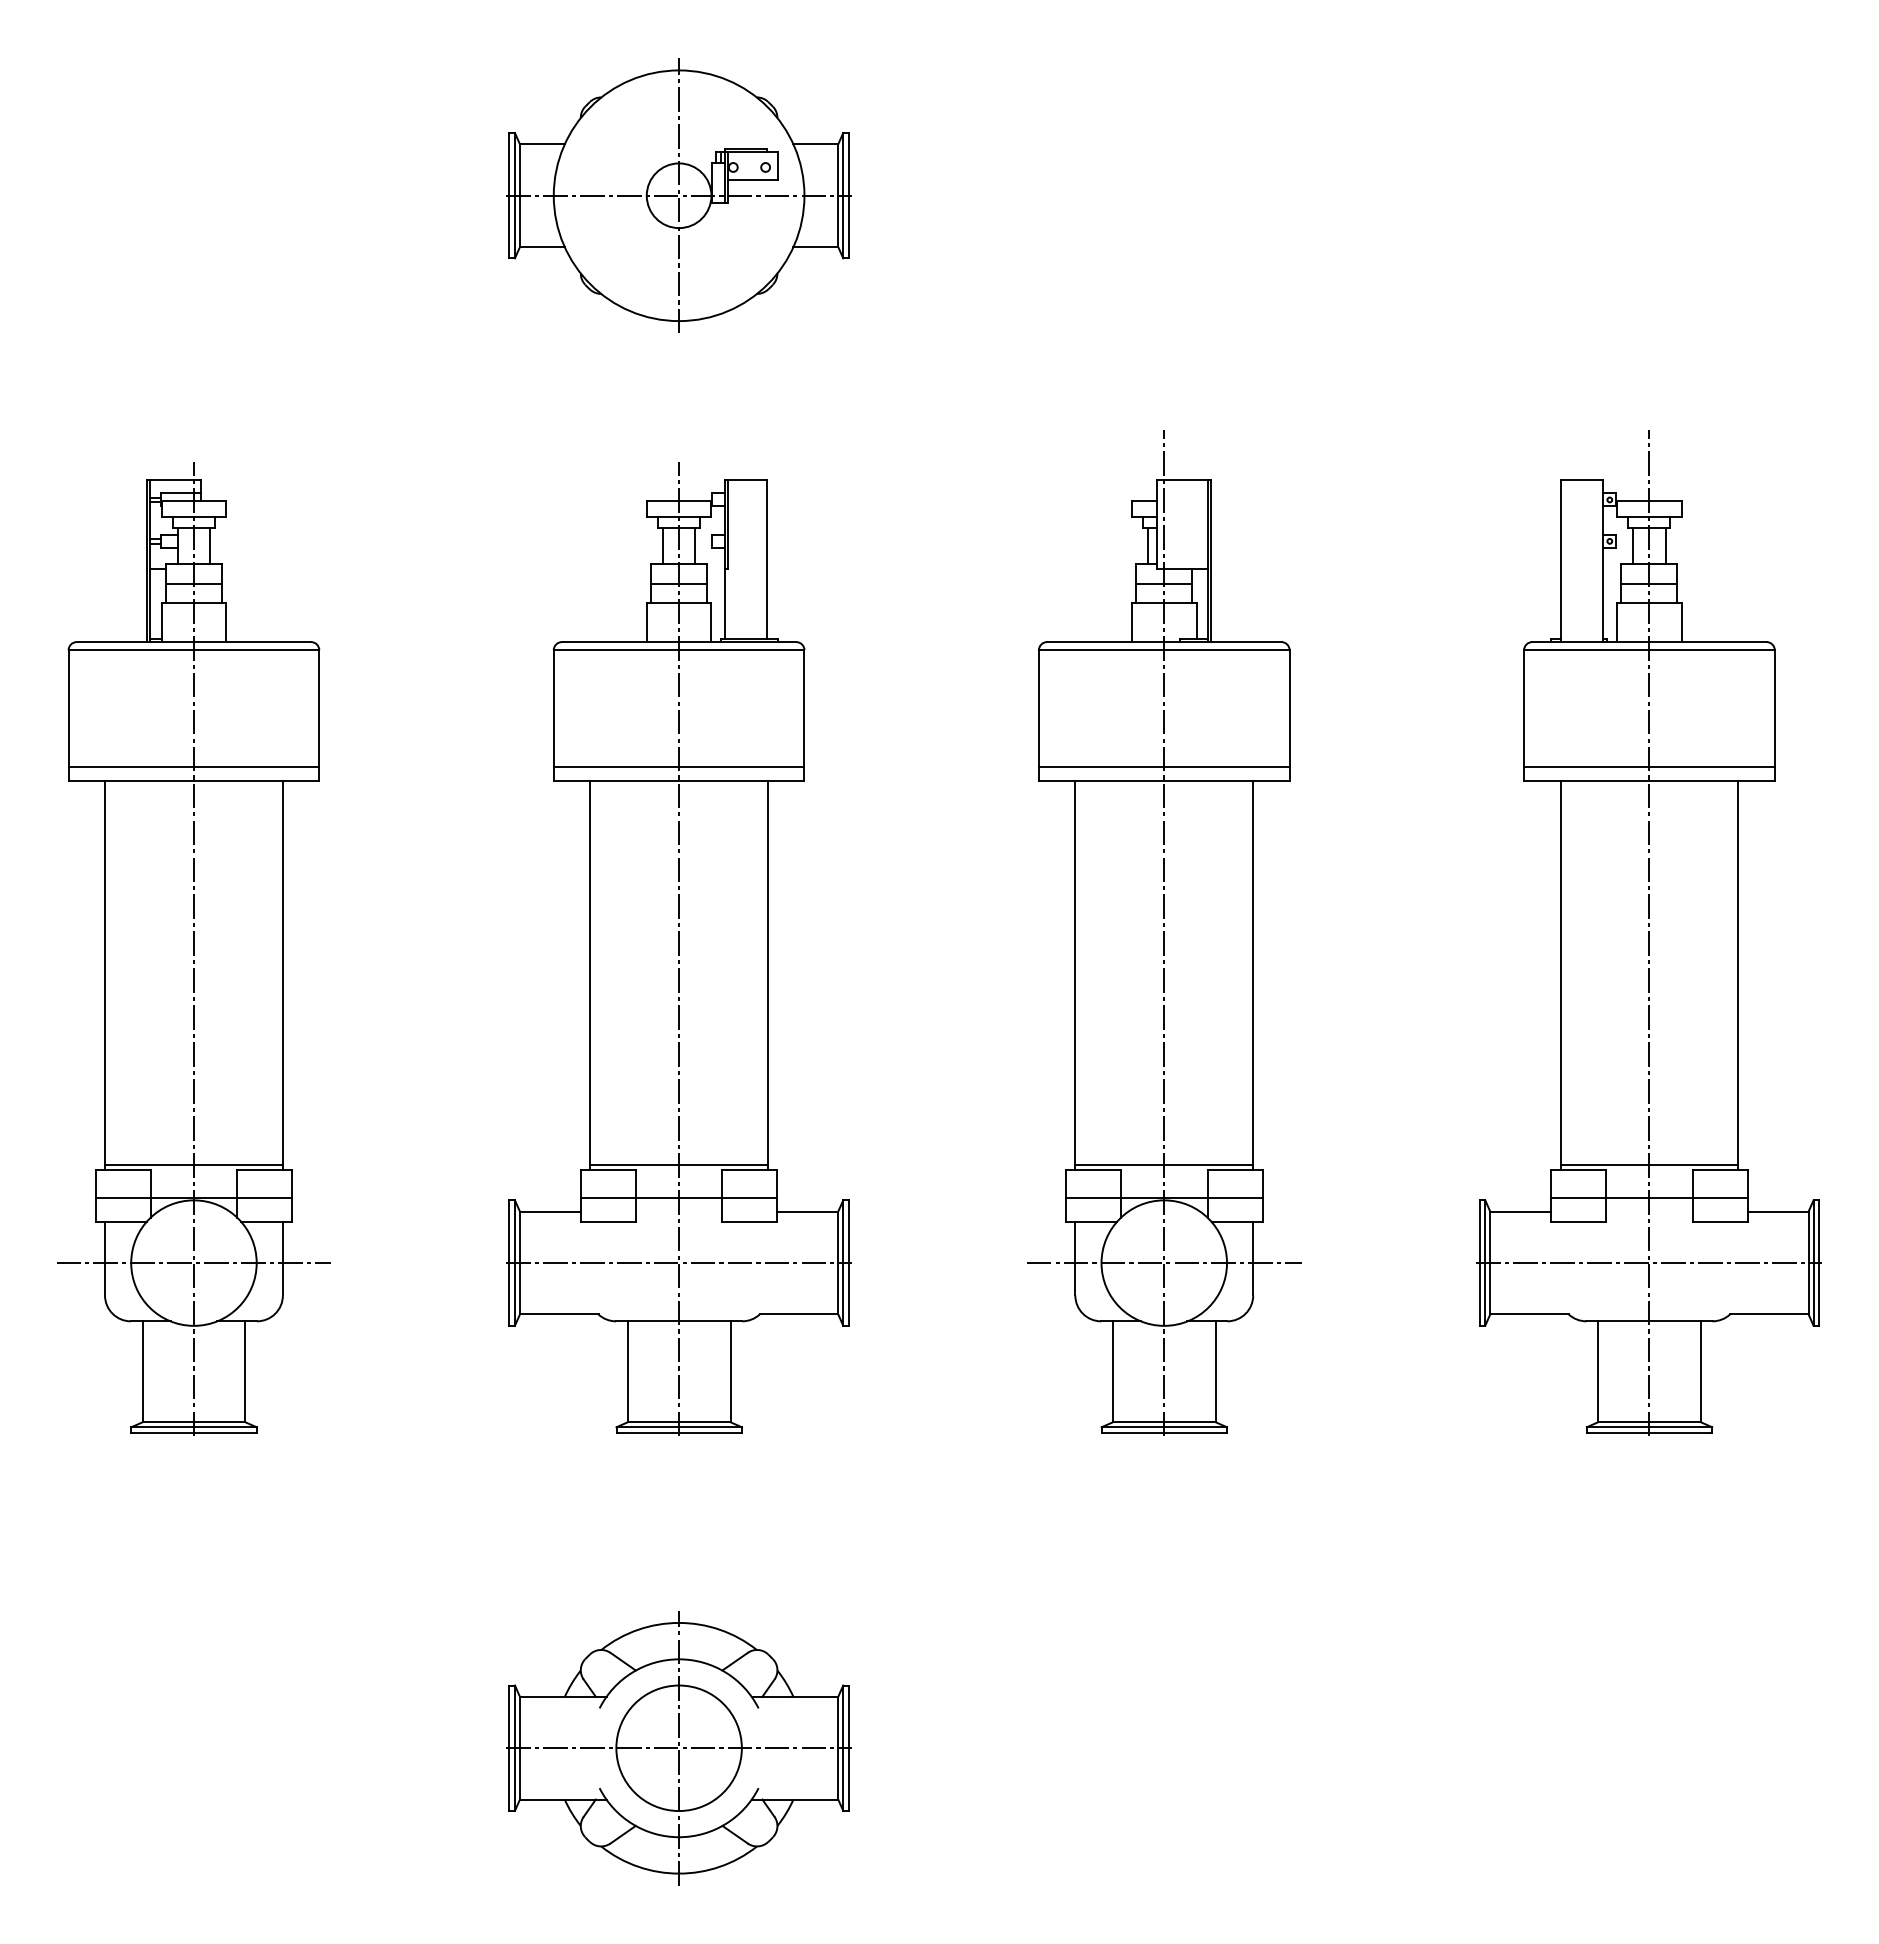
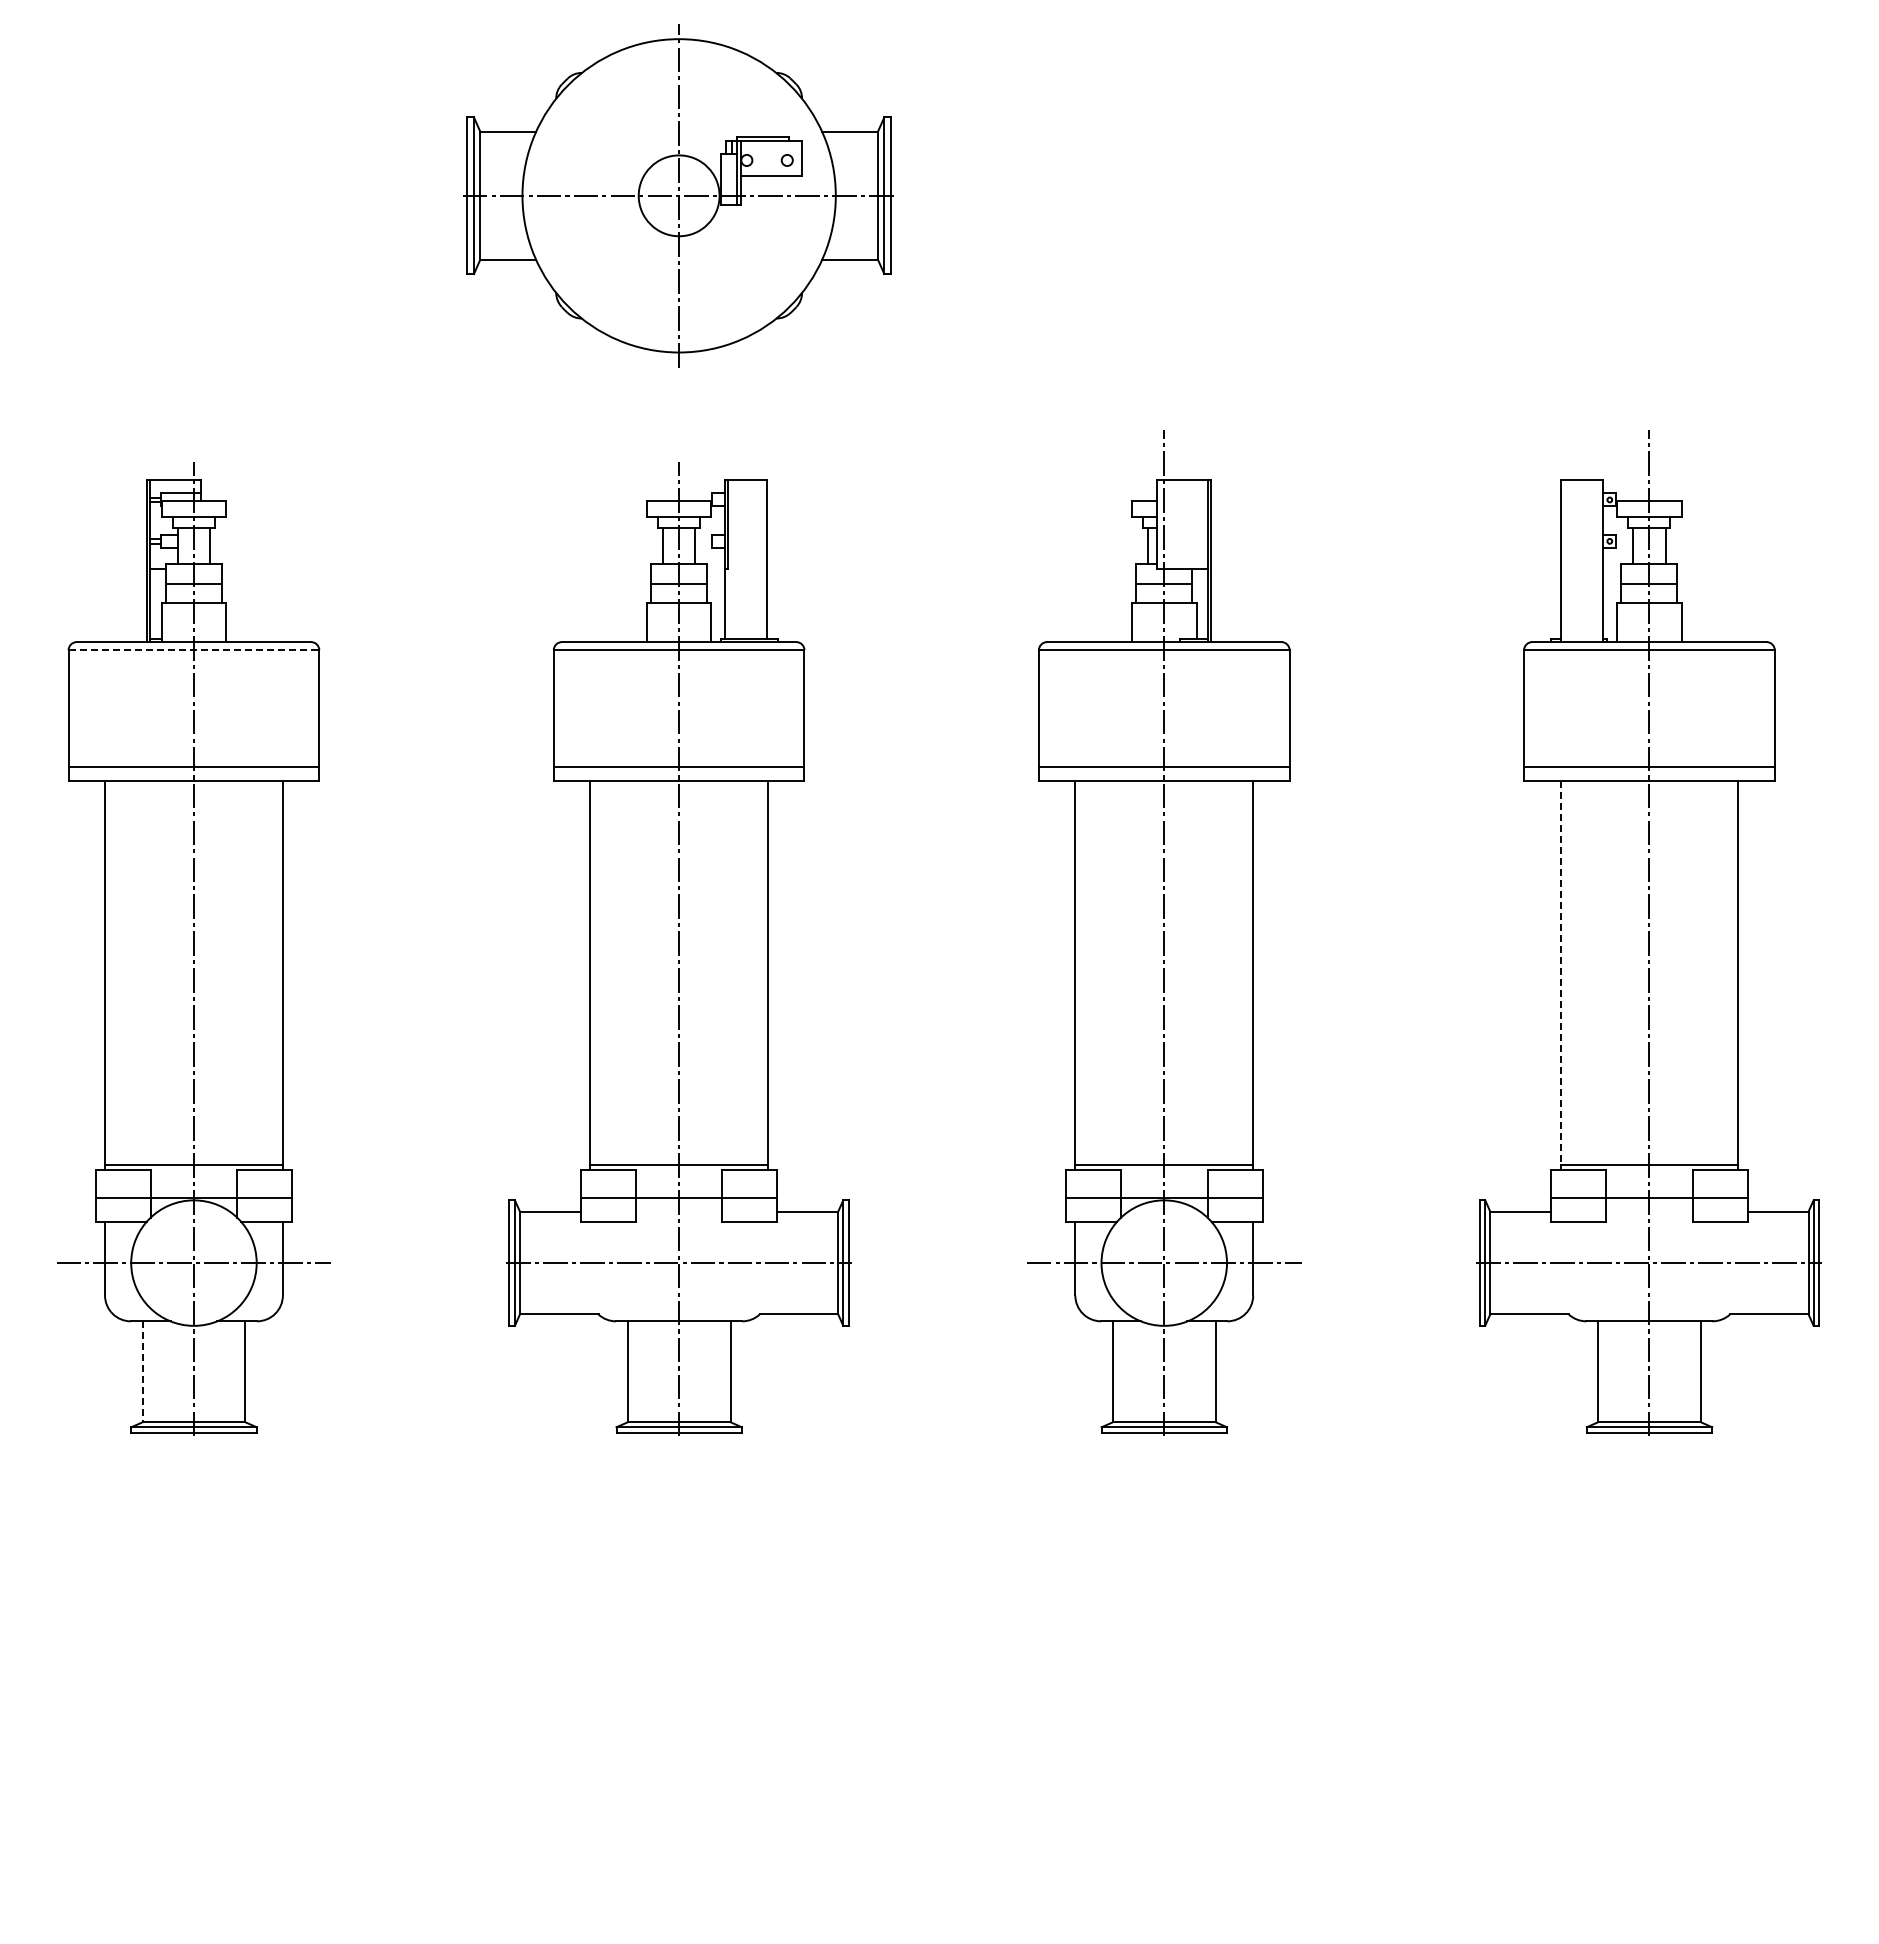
part at (678, 195) size: 346x275 px -> 431x344 px
line at (194, 650): solid -> dashed
line at (1560, 973): solid -> dashed
line at (142, 1372): solid -> dashed
part at (678, 1748): present -> none
